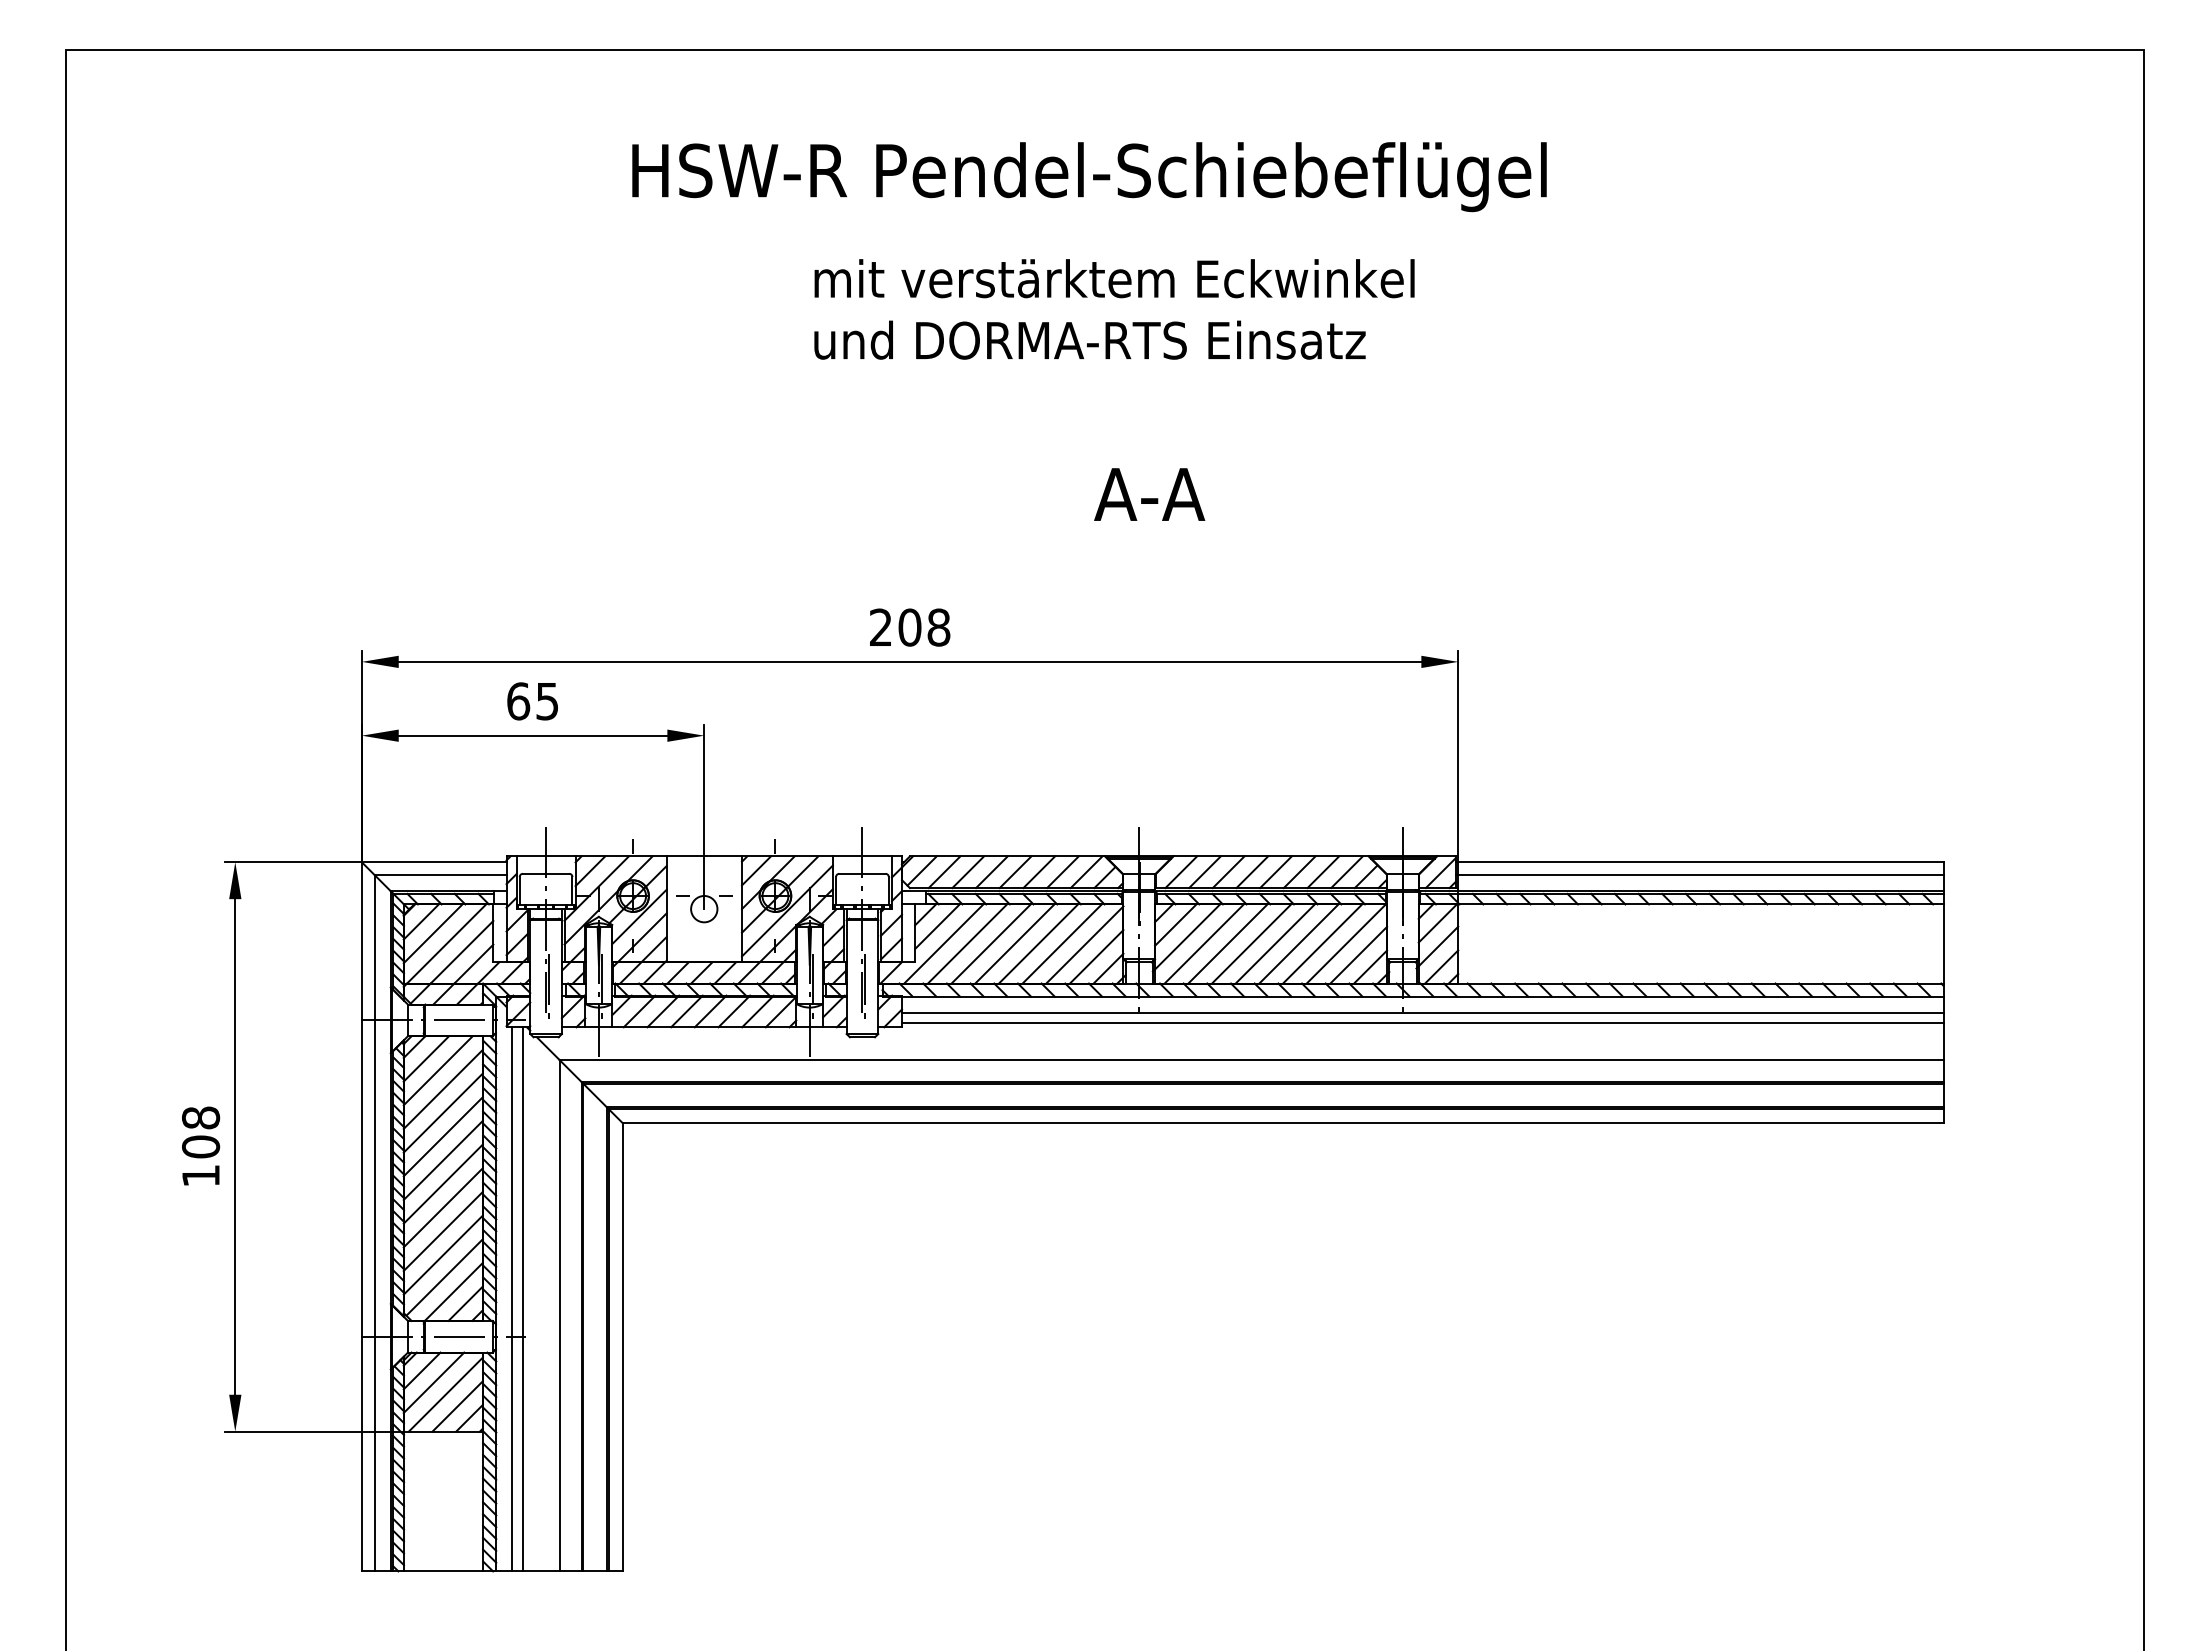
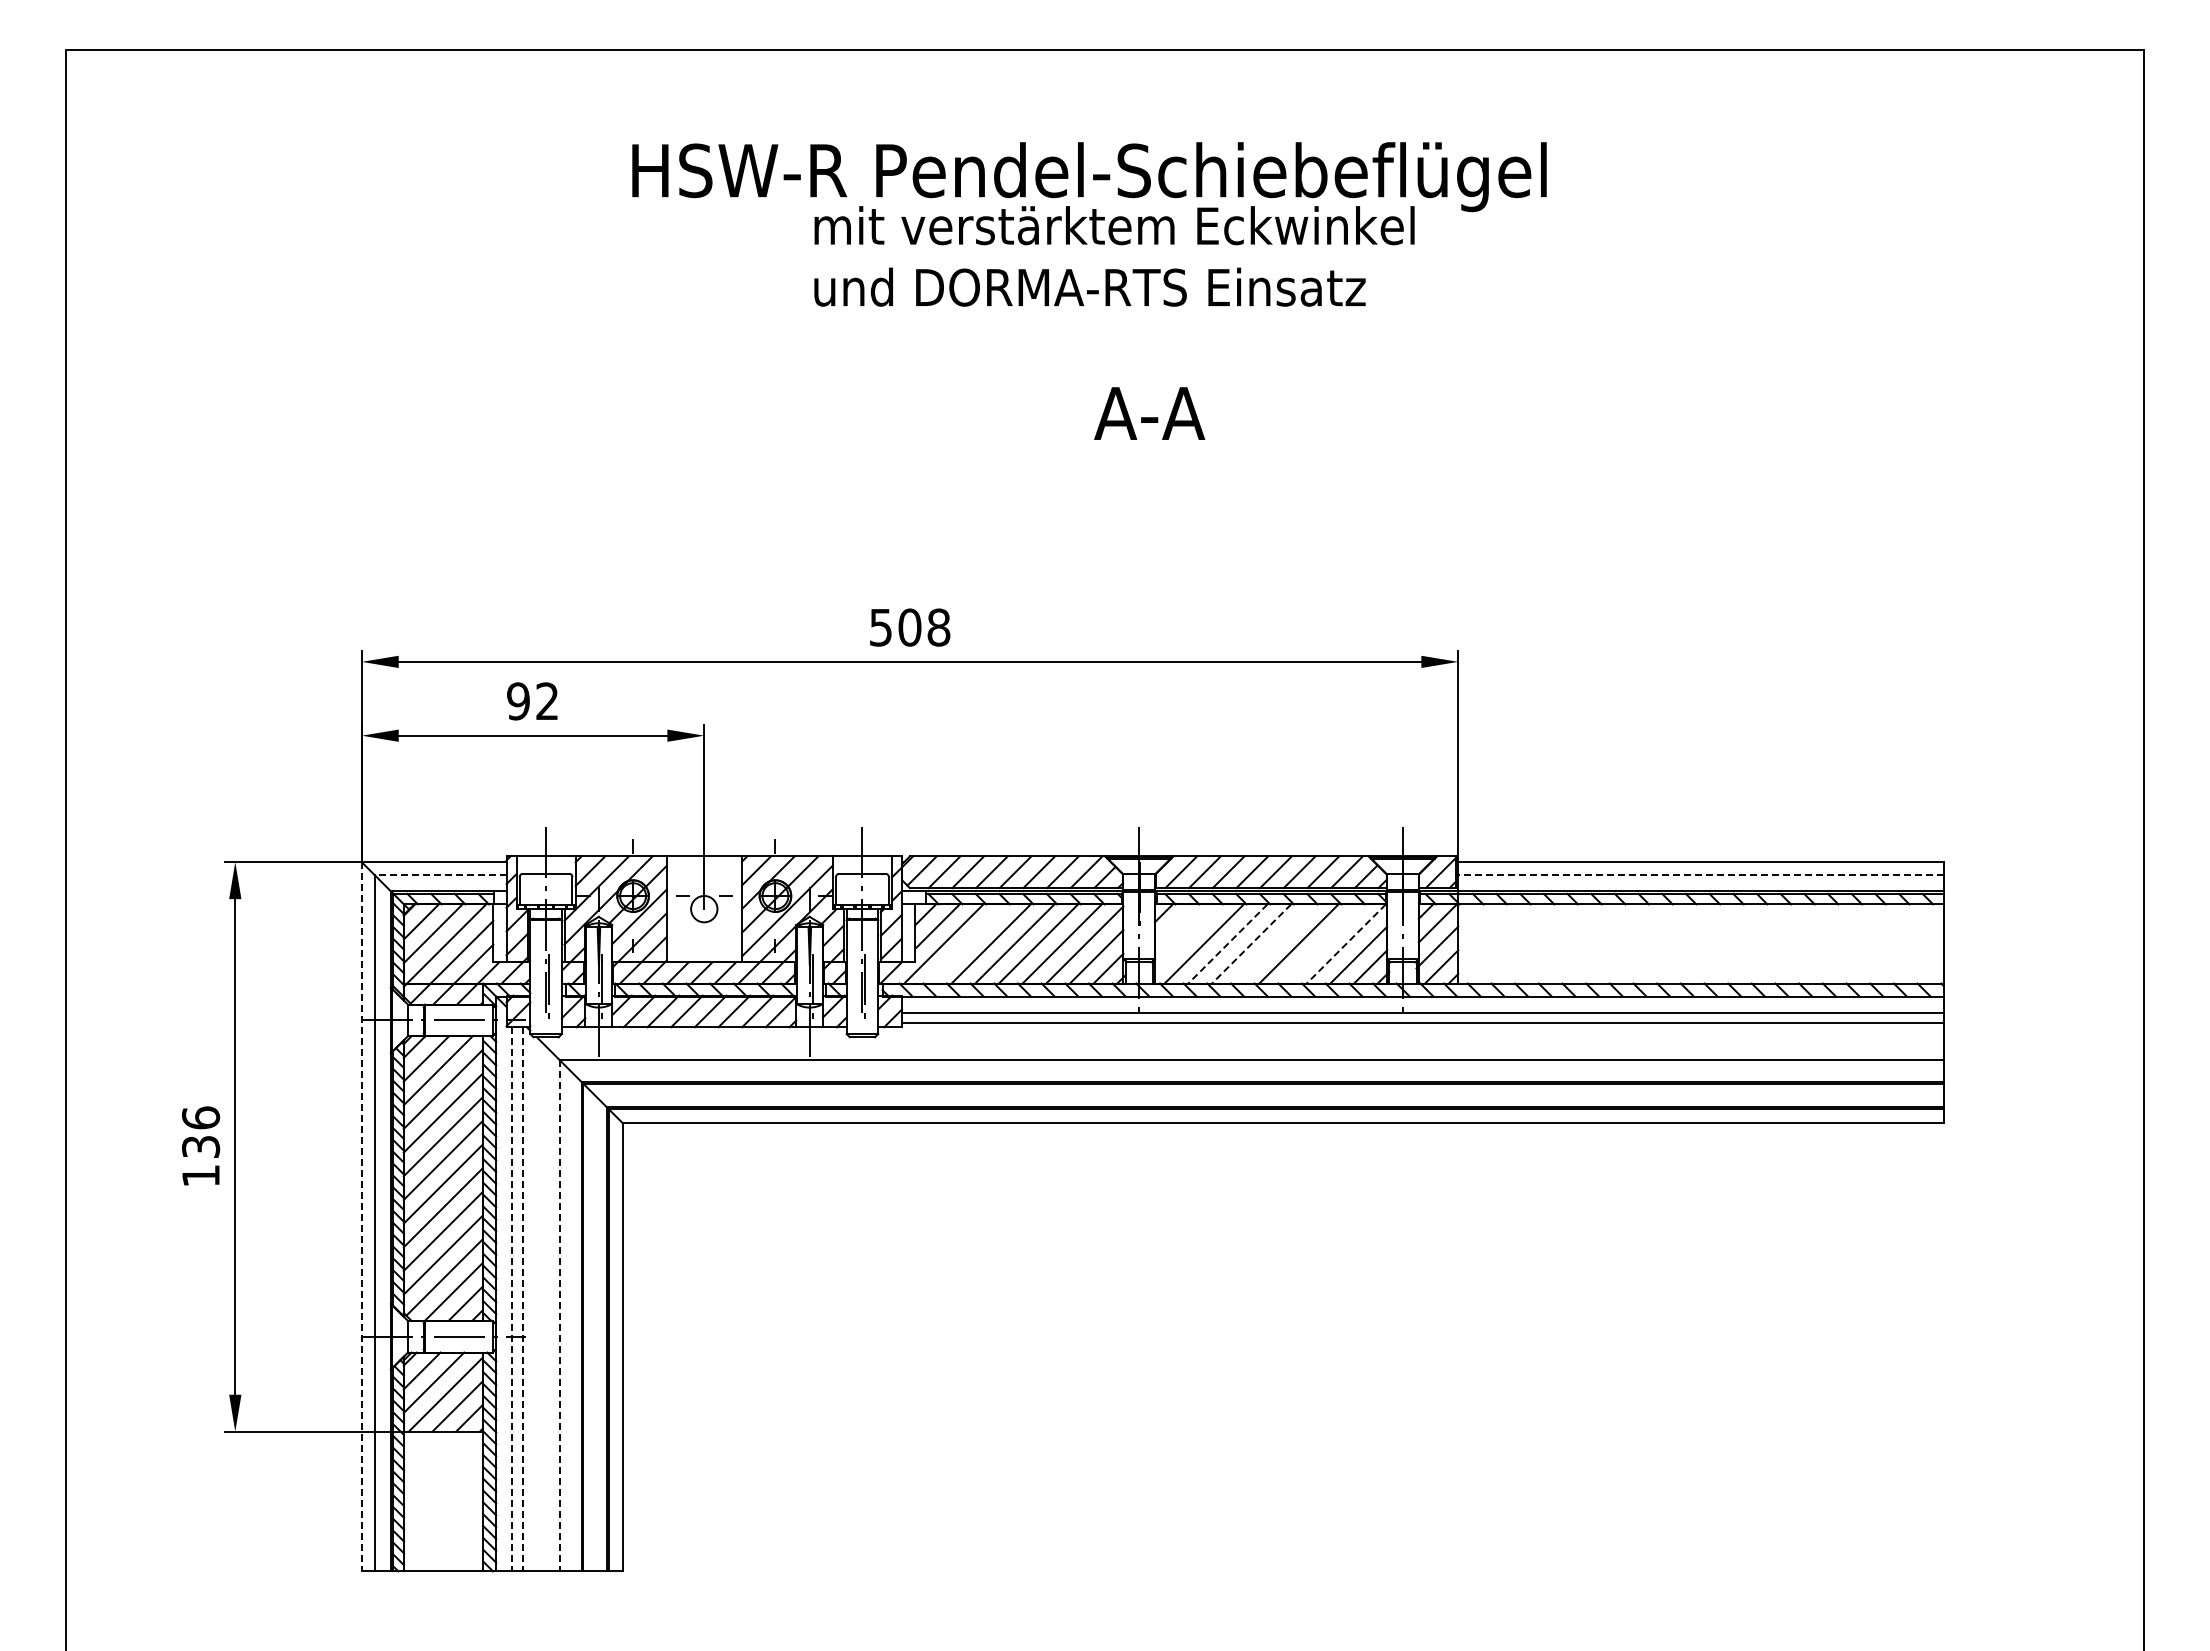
text at (1114, 309) position: (1114, 309) -> (1114, 256)
text at (1149, 494) position: (1149, 494) -> (1149, 413)
text at (880, 627): 208 -> 508
text at (532, 701): 65 -> 92
line at (440, 875): solid -> dashed
line at (1699, 875): solid -> dashed
line at (1175, 924): present -> none
line at (1186, 937): present -> none
line at (967, 943): present -> none
line at (1227, 943): solid -> dashed
line at (1251, 943): solid -> dashed
line at (1274, 943): present -> none
line at (1322, 943): present -> none
line at (1346, 943): solid -> dashed
text at (201, 1132): 108 -> 136
line at (361, 1216): solid -> dashed
line at (512, 1299): solid -> dashed
line at (522, 1299): solid -> dashed
line at (559, 1315): solid -> dashed
